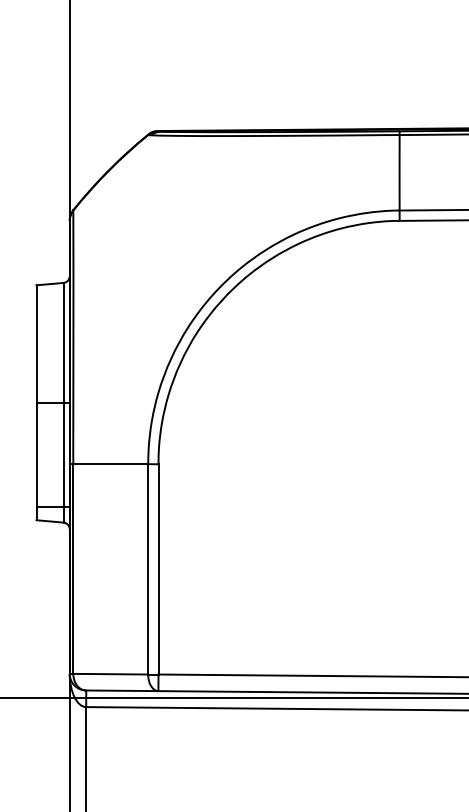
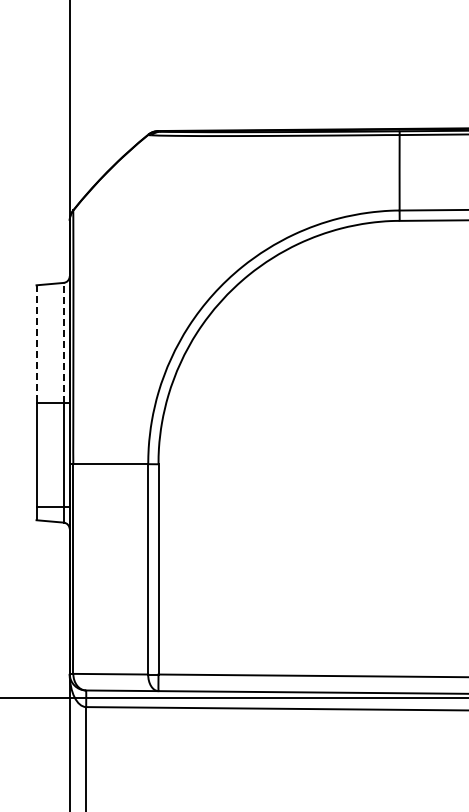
line at (63, 342): solid -> dashed
line at (36, 344): solid -> dashed
